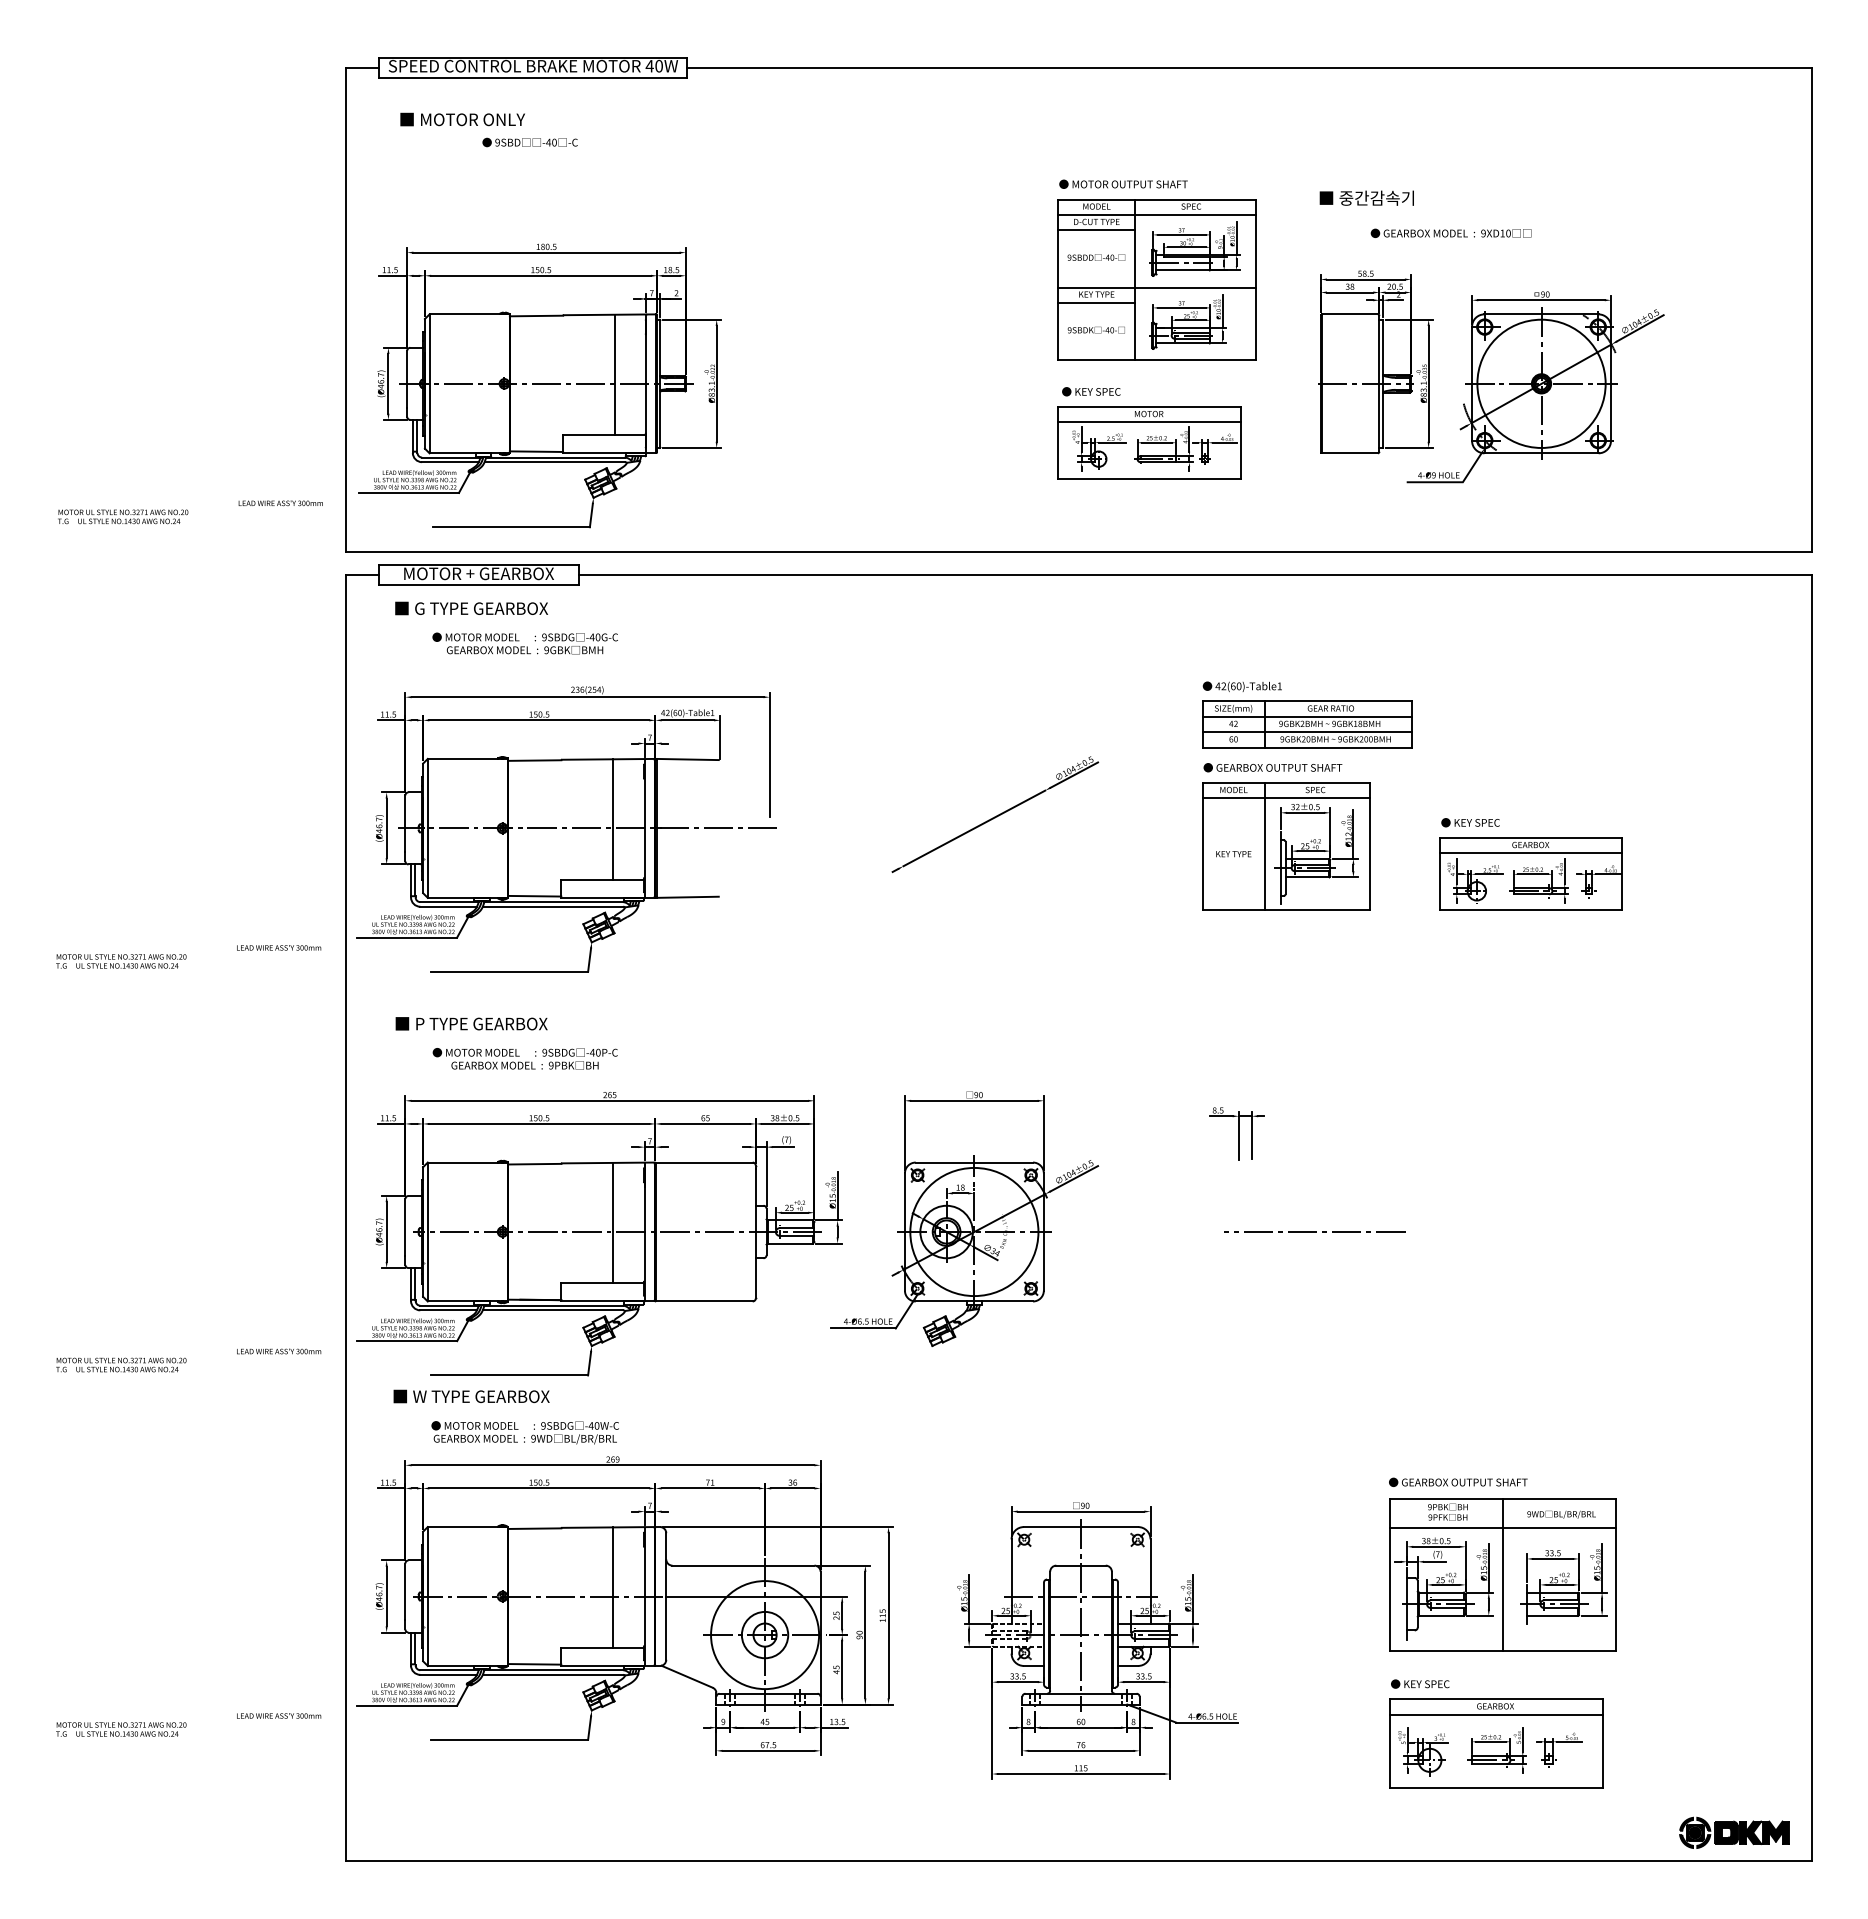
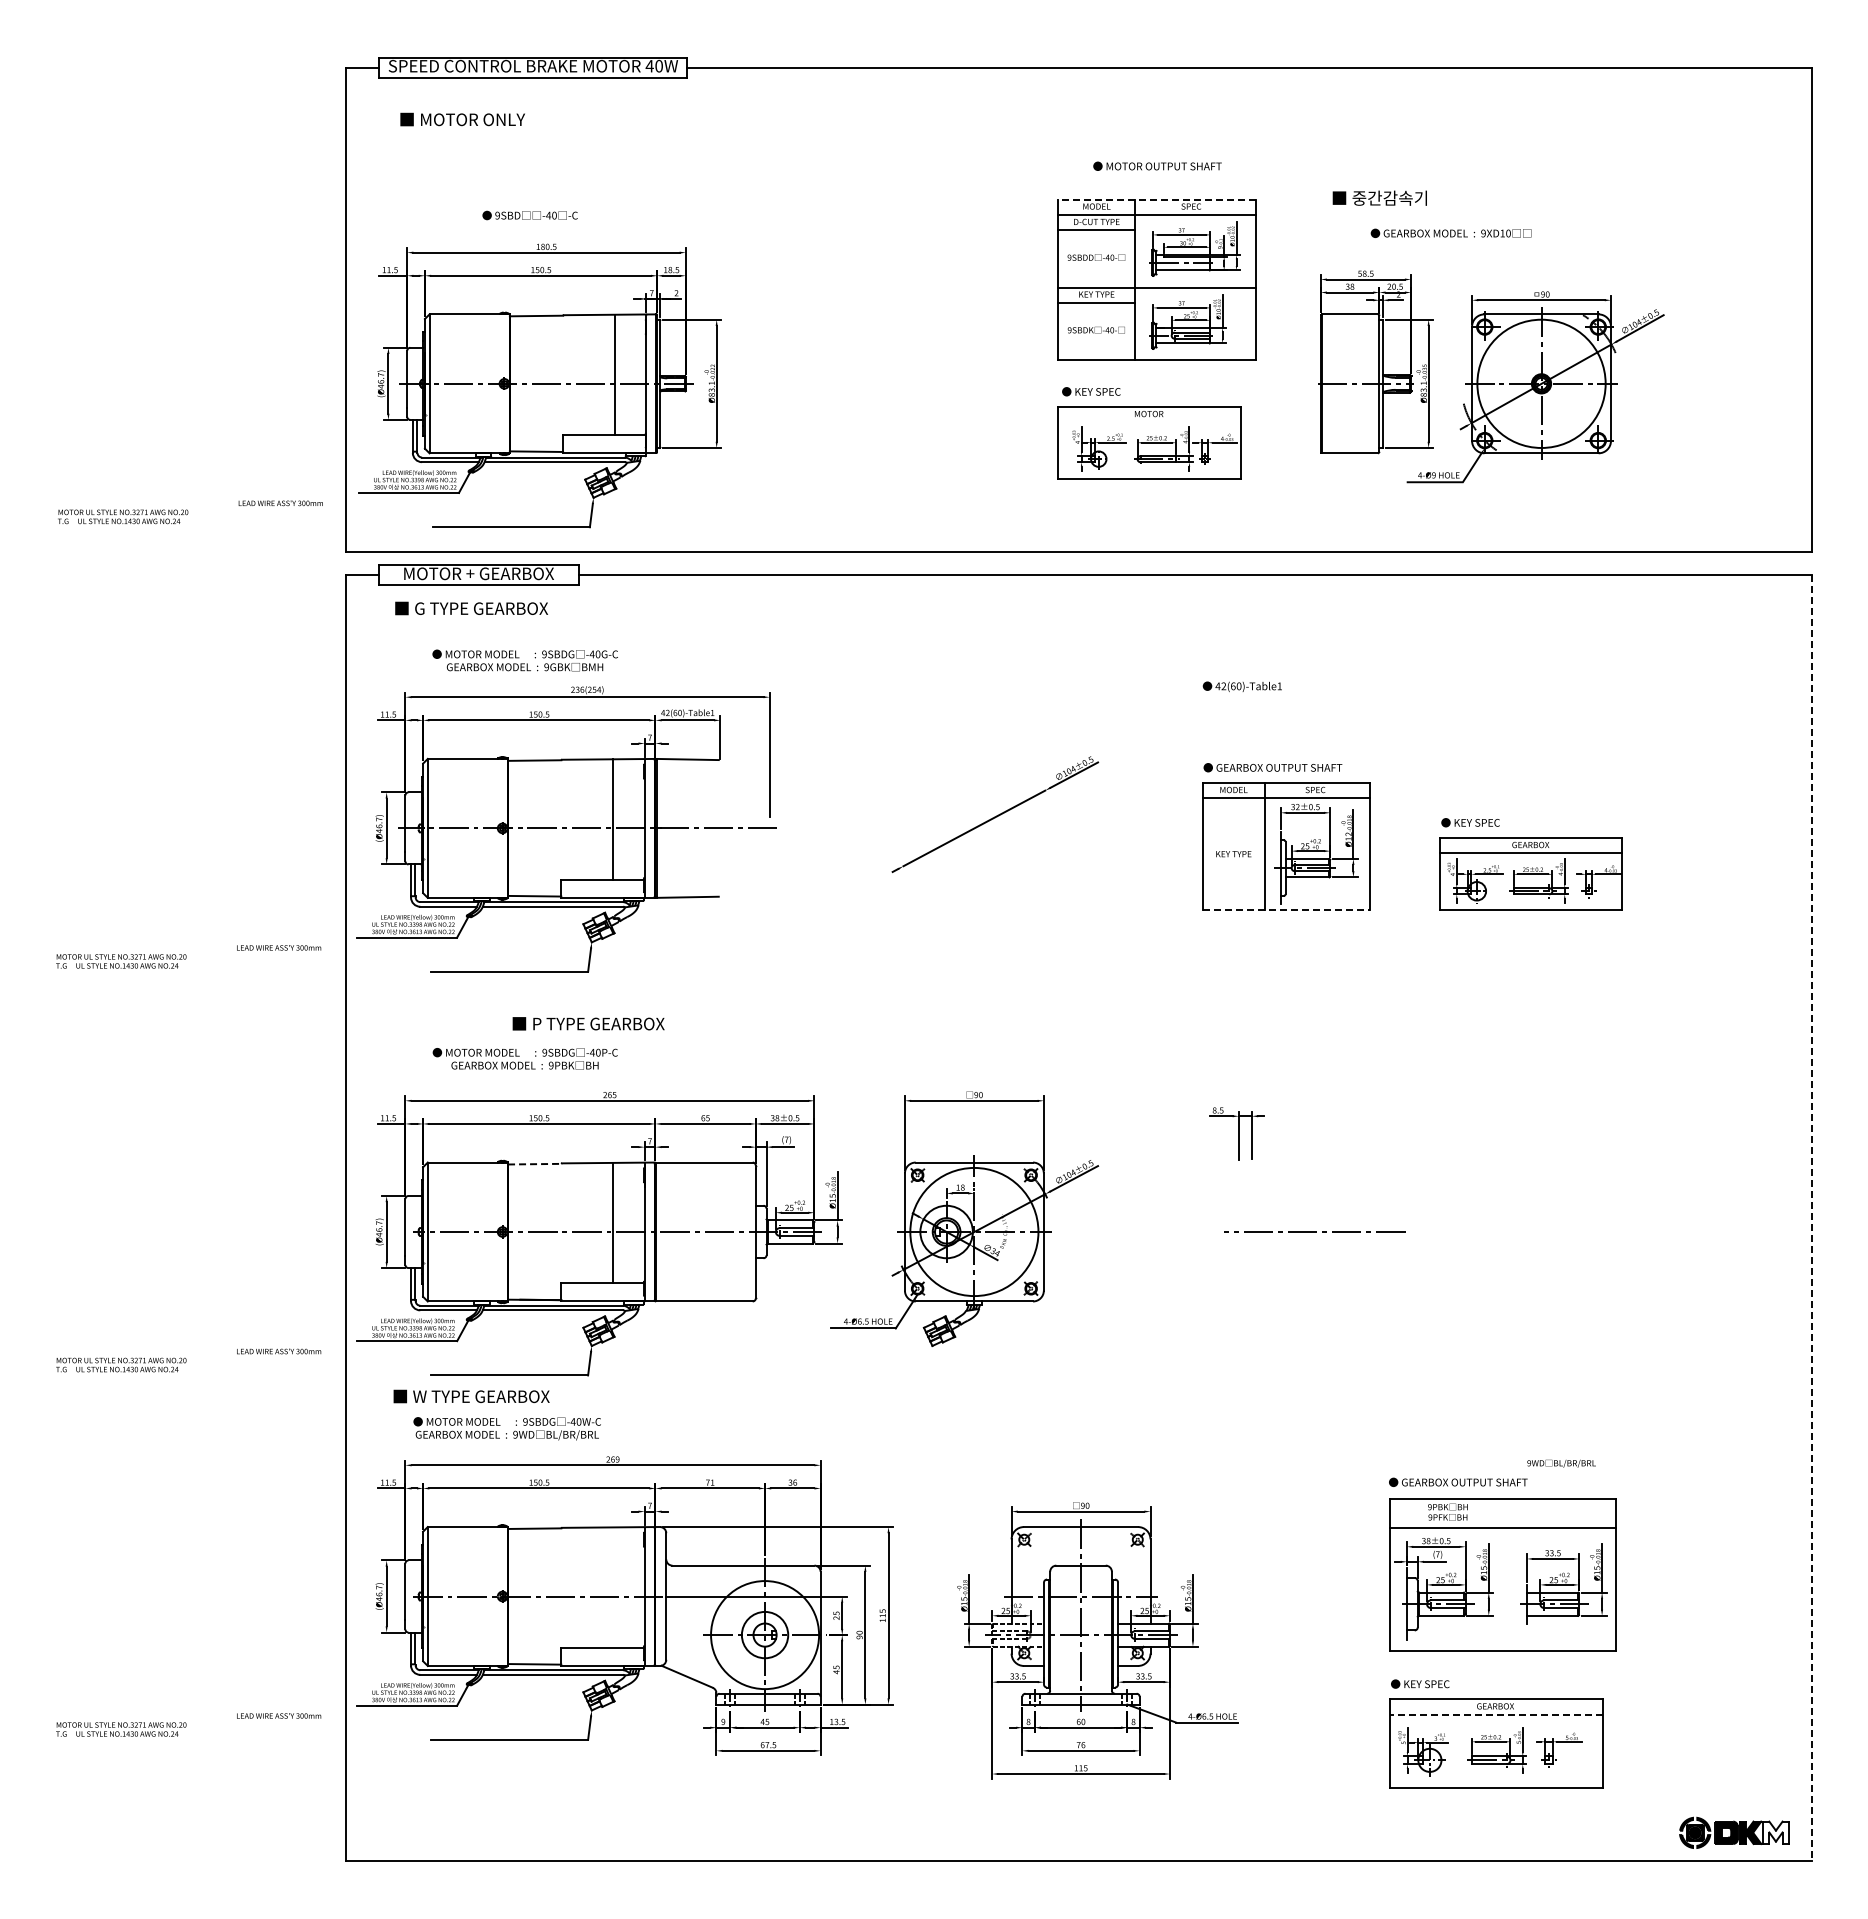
text at (529, 142) position: (529, 142) -> (529, 215)
text at (1123, 183) position: (1123, 183) -> (1157, 165)
text at (1366, 197) position: (1366, 197) -> (1379, 197)
line at (1157, 199): solid -> dashed
line at (1149, 422): present -> none
text at (524, 643) position: (524, 643) -> (524, 660)
part at (1307, 724): present -> none
line at (1286, 910): solid -> dashed
text at (471, 1023) position: (471, 1023) -> (588, 1023)
line at (534, 1164): solid -> dashed
line at (1811, 1218): solid -> dashed
text at (524, 1432) position: (524, 1432) -> (506, 1428)
text at (1561, 1514) position: (1561, 1514) -> (1561, 1463)
line at (1502, 1575): present -> none
line at (613, 1587): present -> none
line at (1496, 1714): solid -> dashed
fill at (1775, 1832): present -> none
